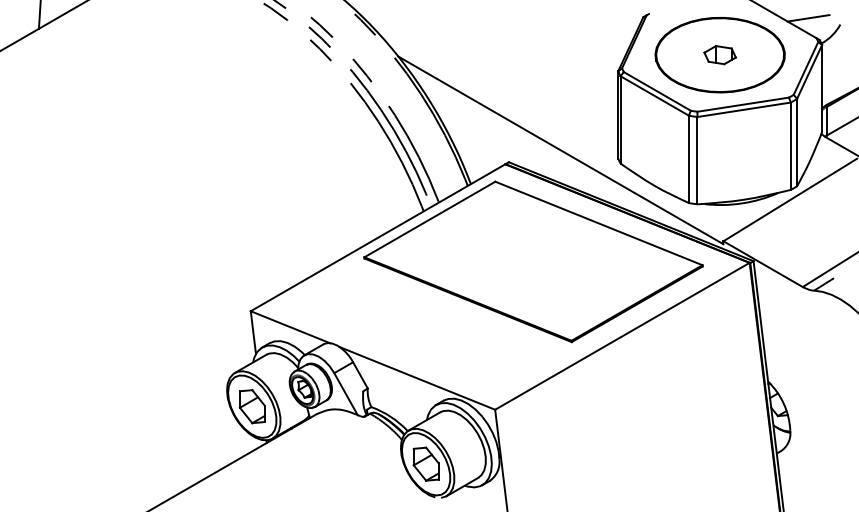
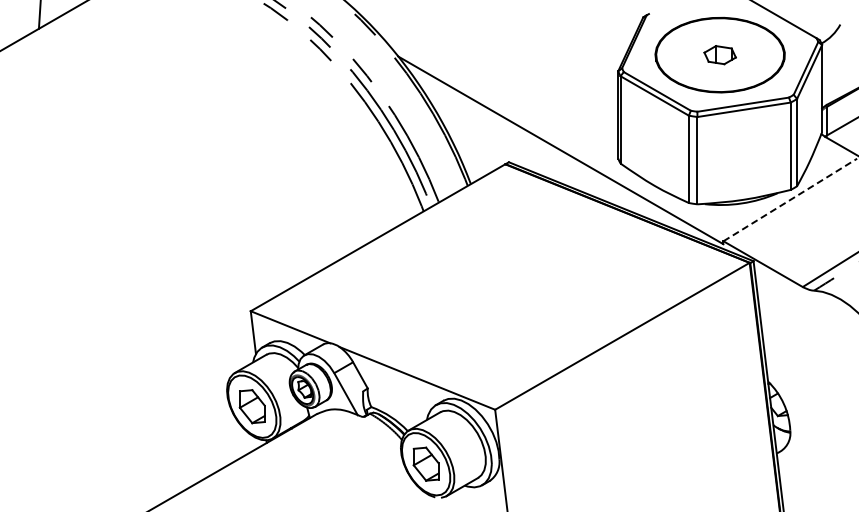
line at (808, 18): present -> none
line at (790, 200): solid -> dashed
part at (533, 261): present -> none
